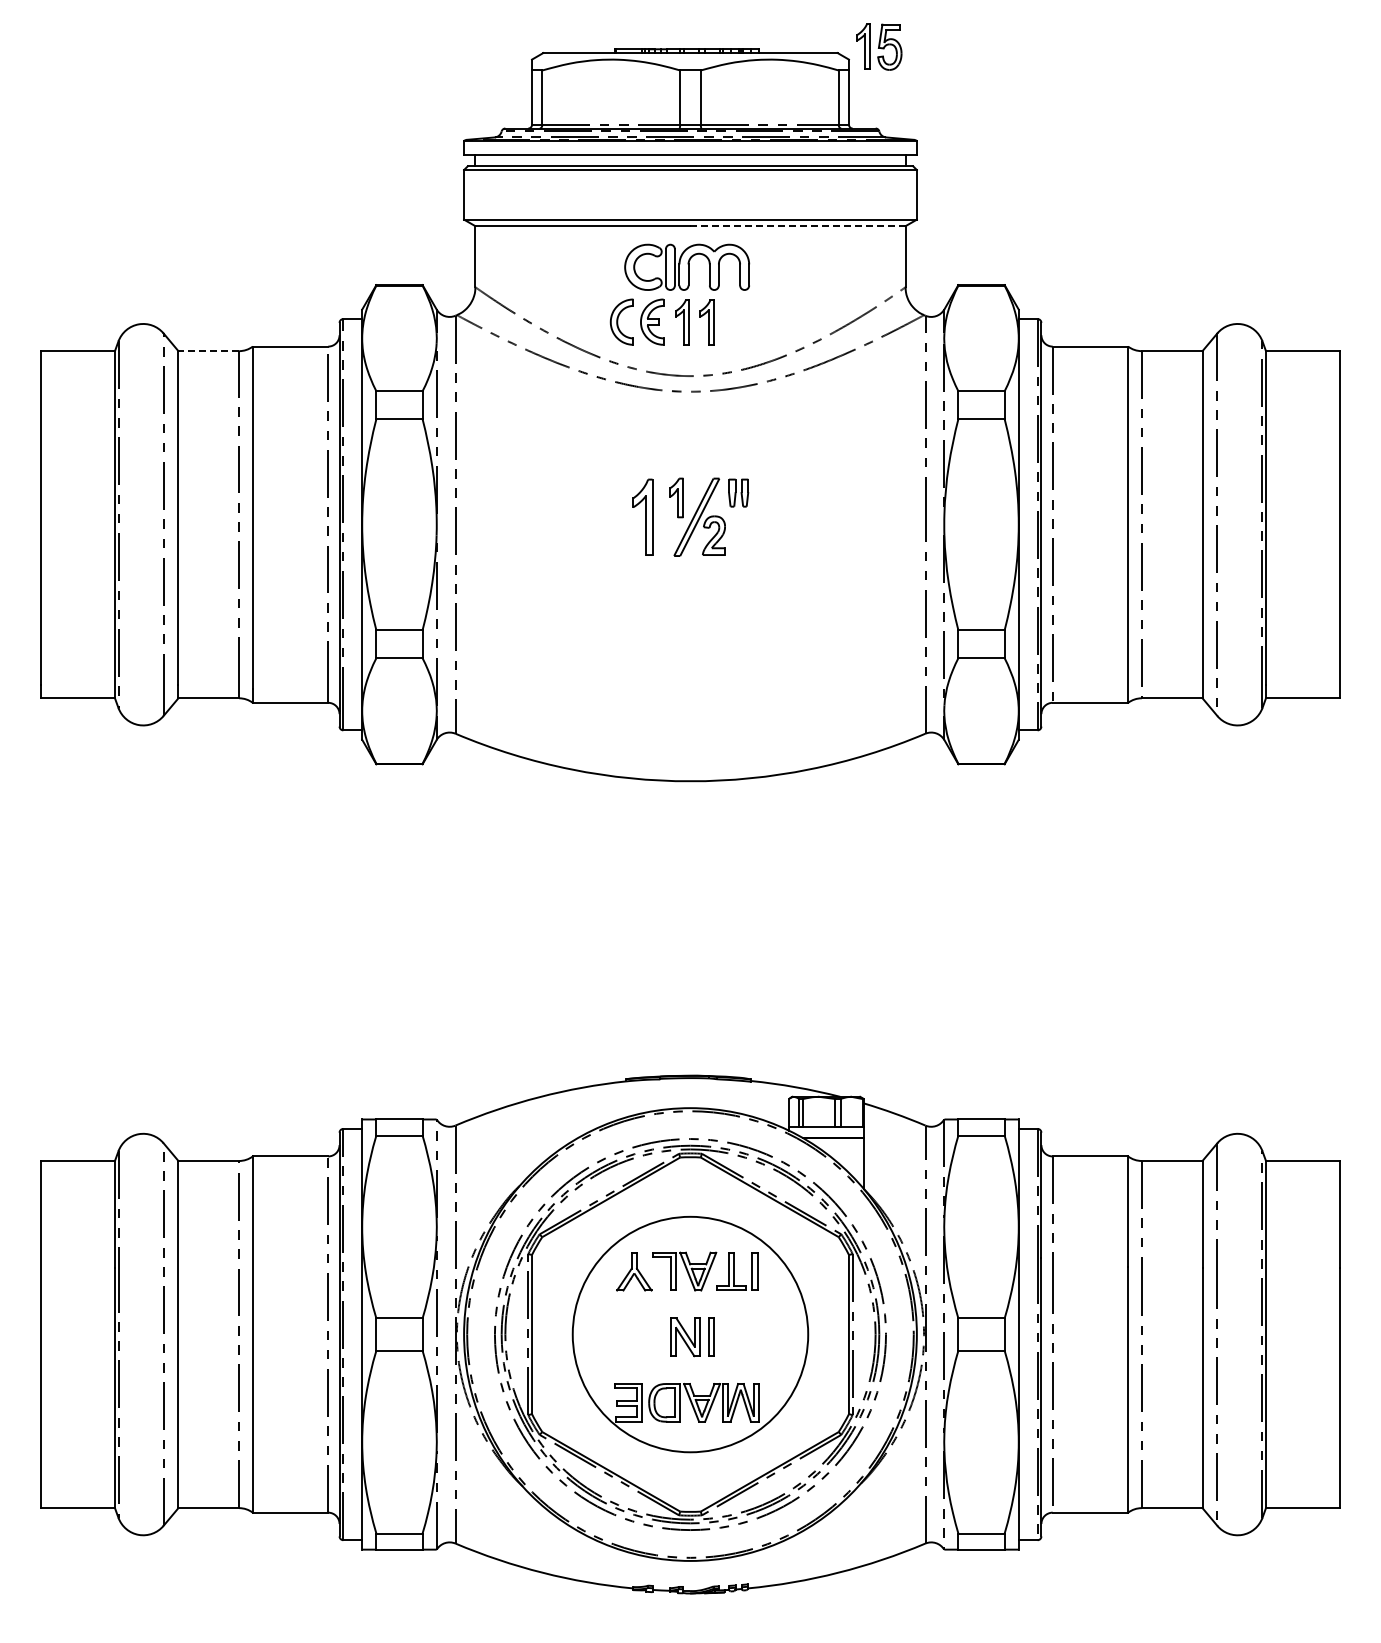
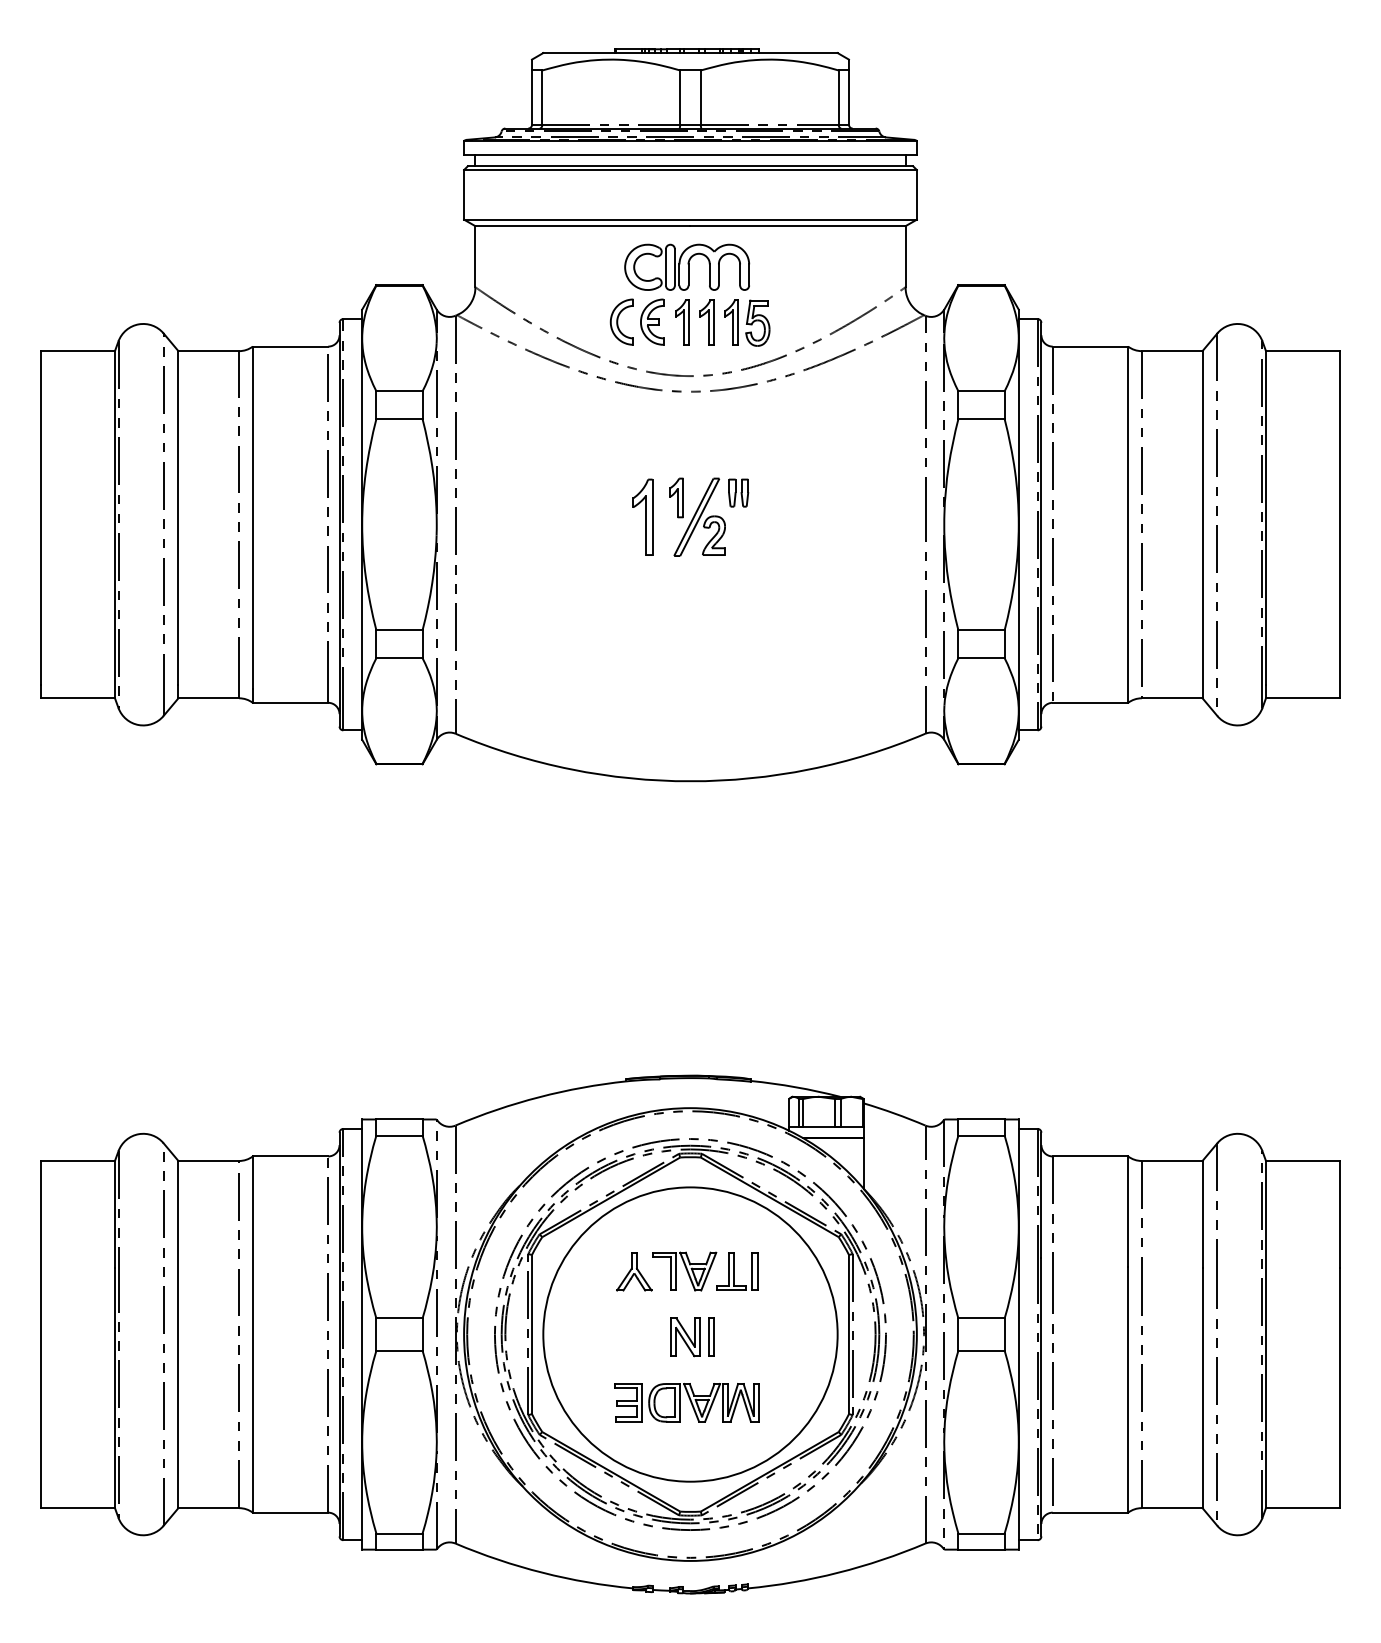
part at (879, 46) position: (879, 46) -> (747, 322)
line at (798, 226): dashed -> solid
line at (208, 351): dashed -> solid
circle at (690, 1334) diameter: 235 px -> 294 px
